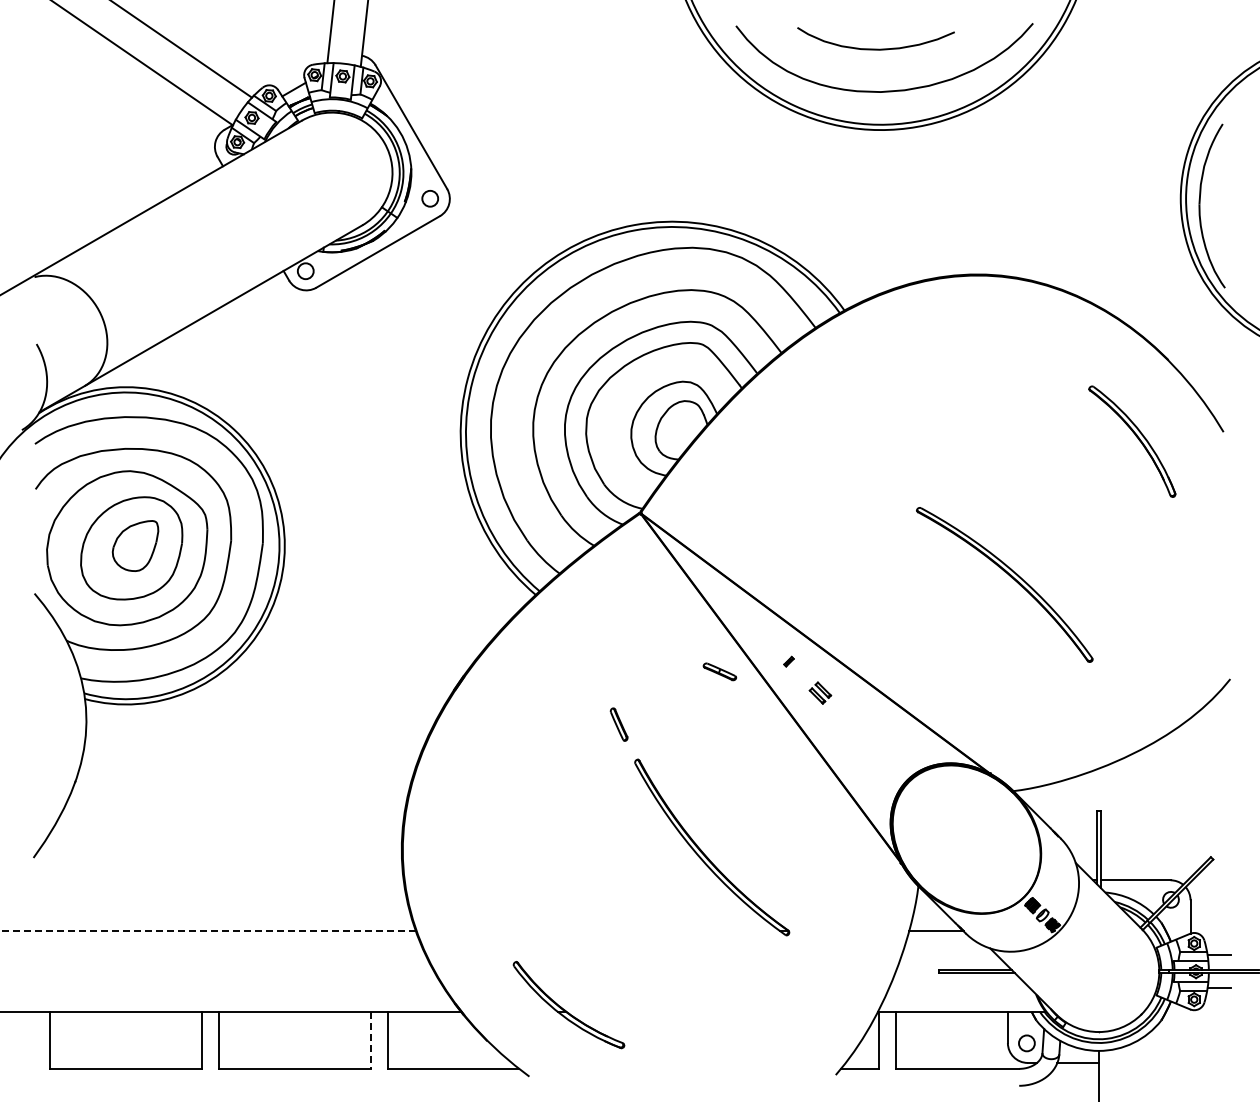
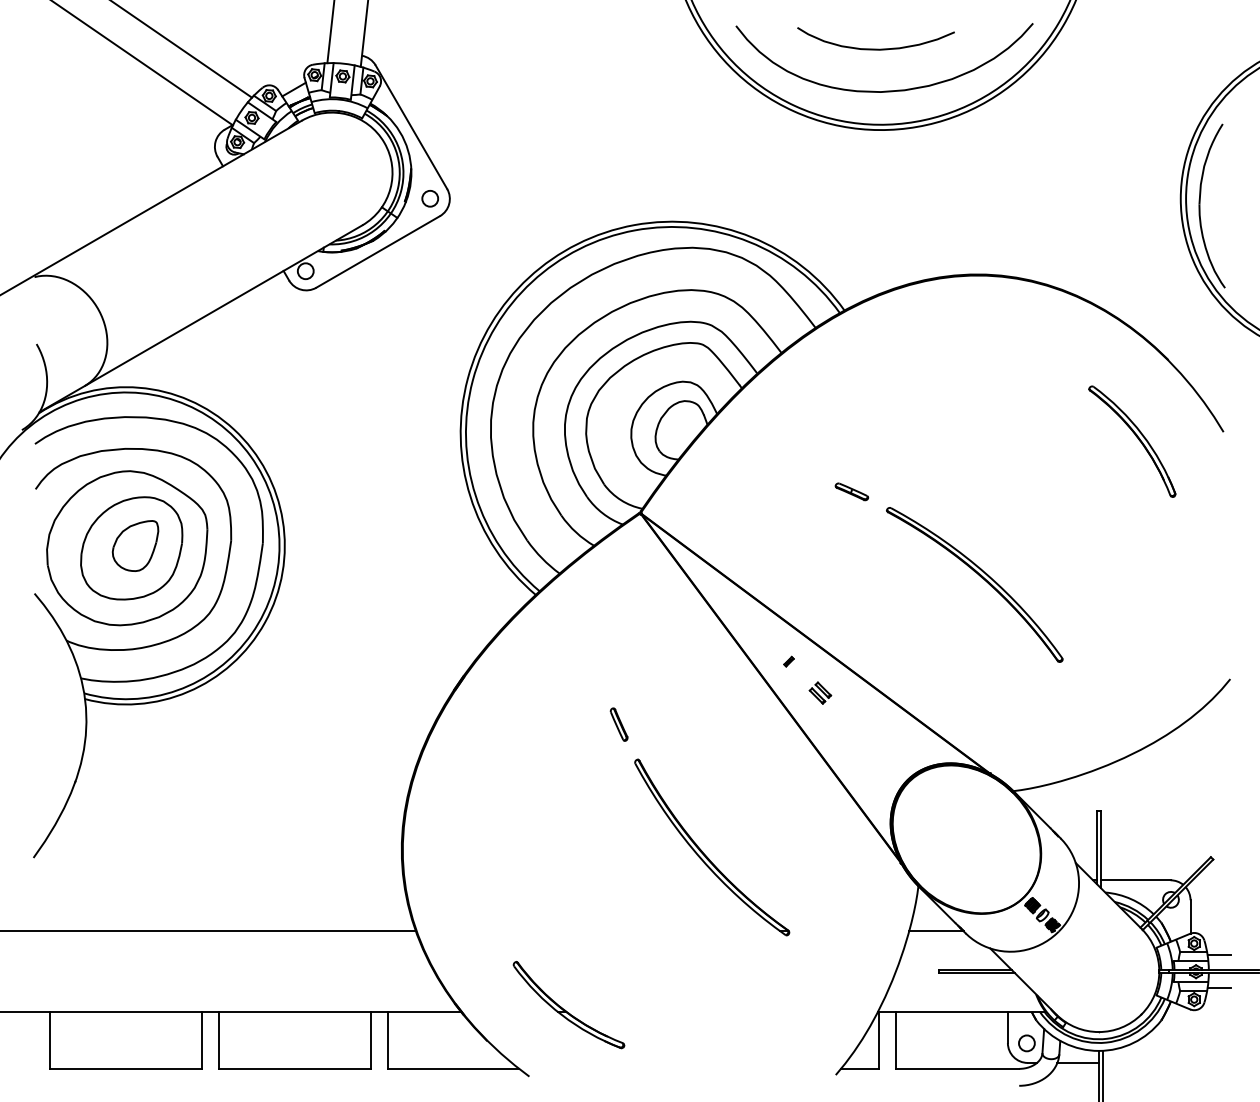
part at (1010, 577) position: (1010, 577) -> (980, 577)
part at (719, 671) position: (719, 671) -> (851, 491)
line at (208, 931): dashed -> solid
line at (371, 1040): dashed -> solid
line at (1102, 1074): none -> present
